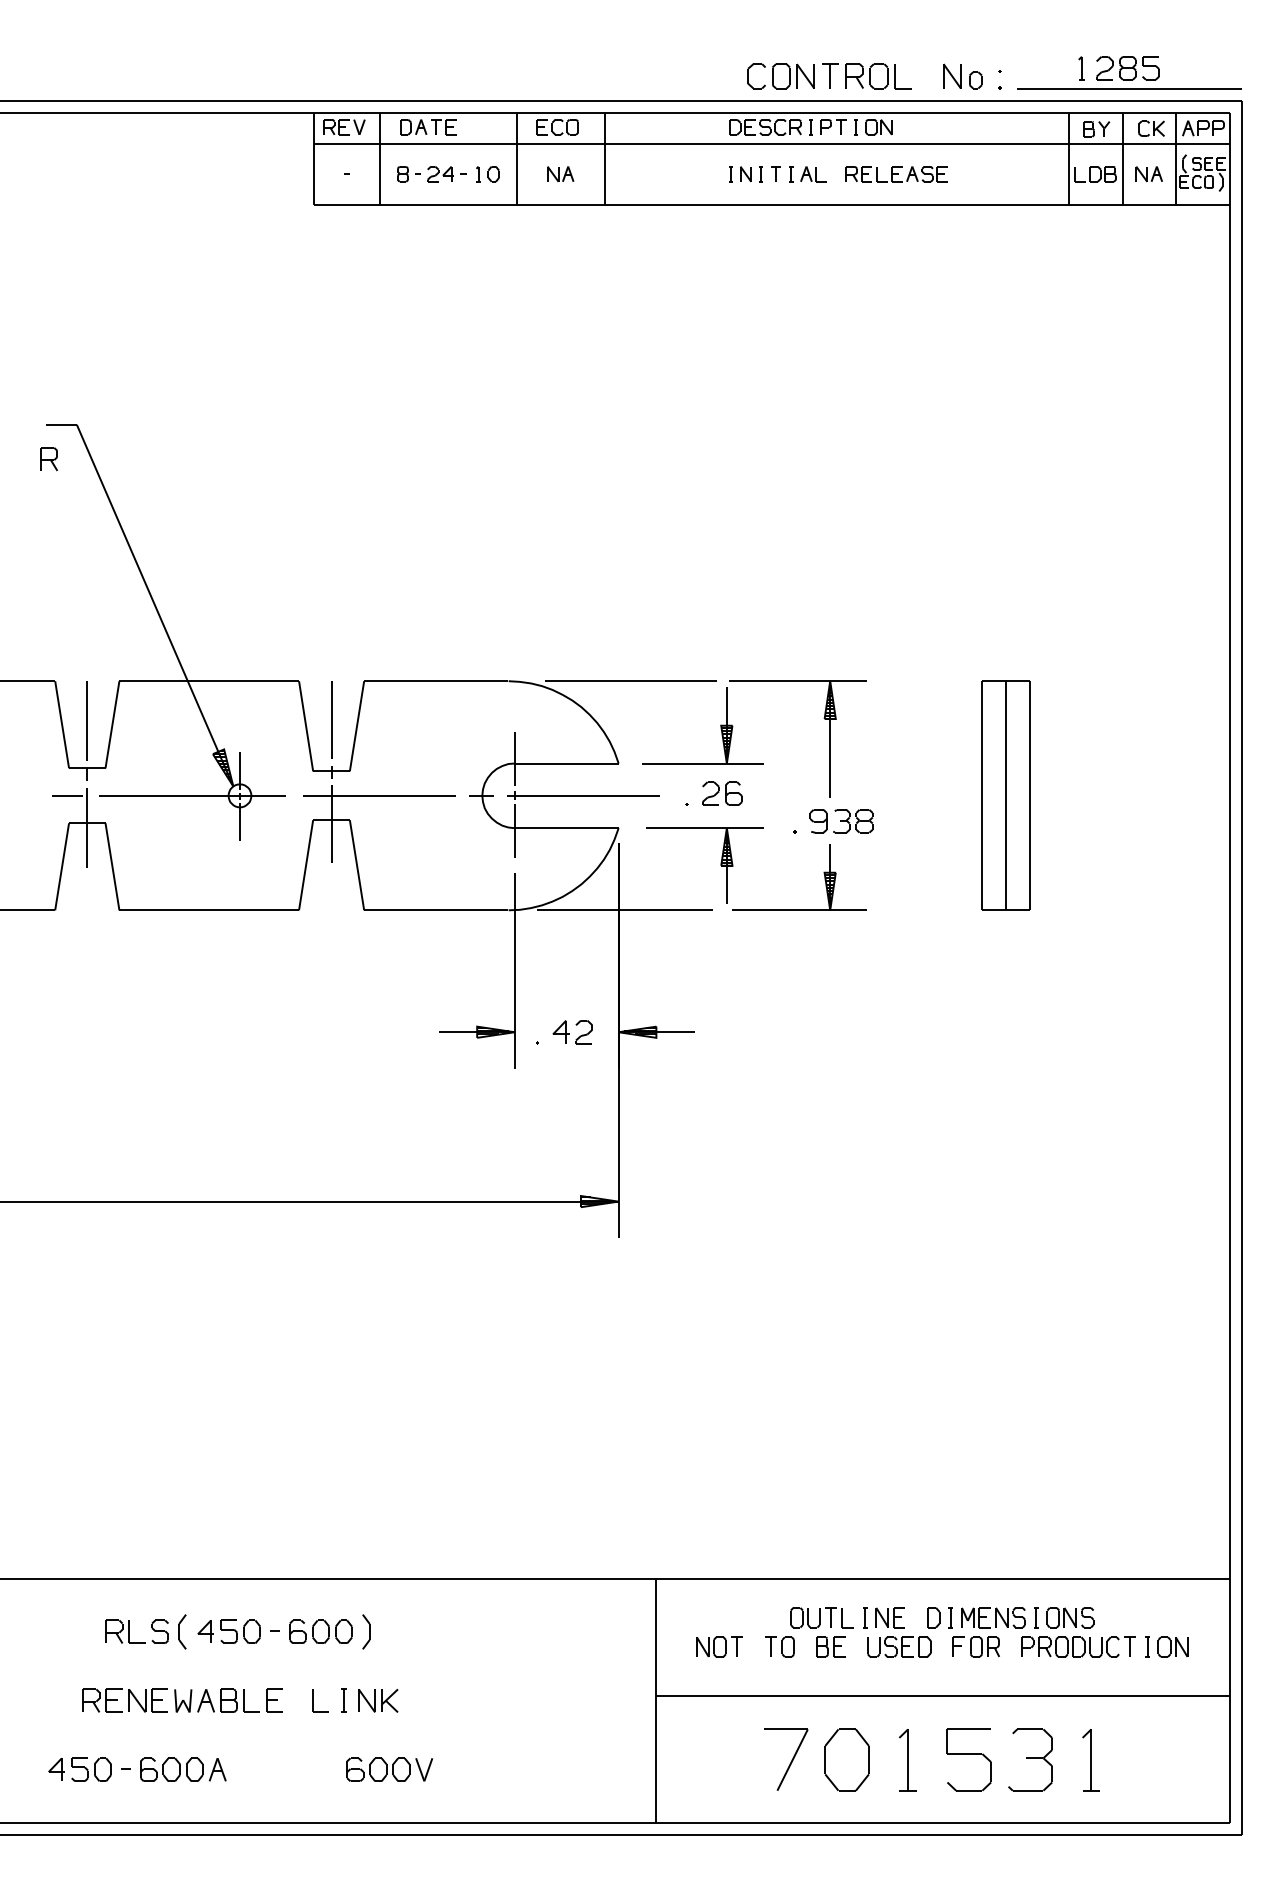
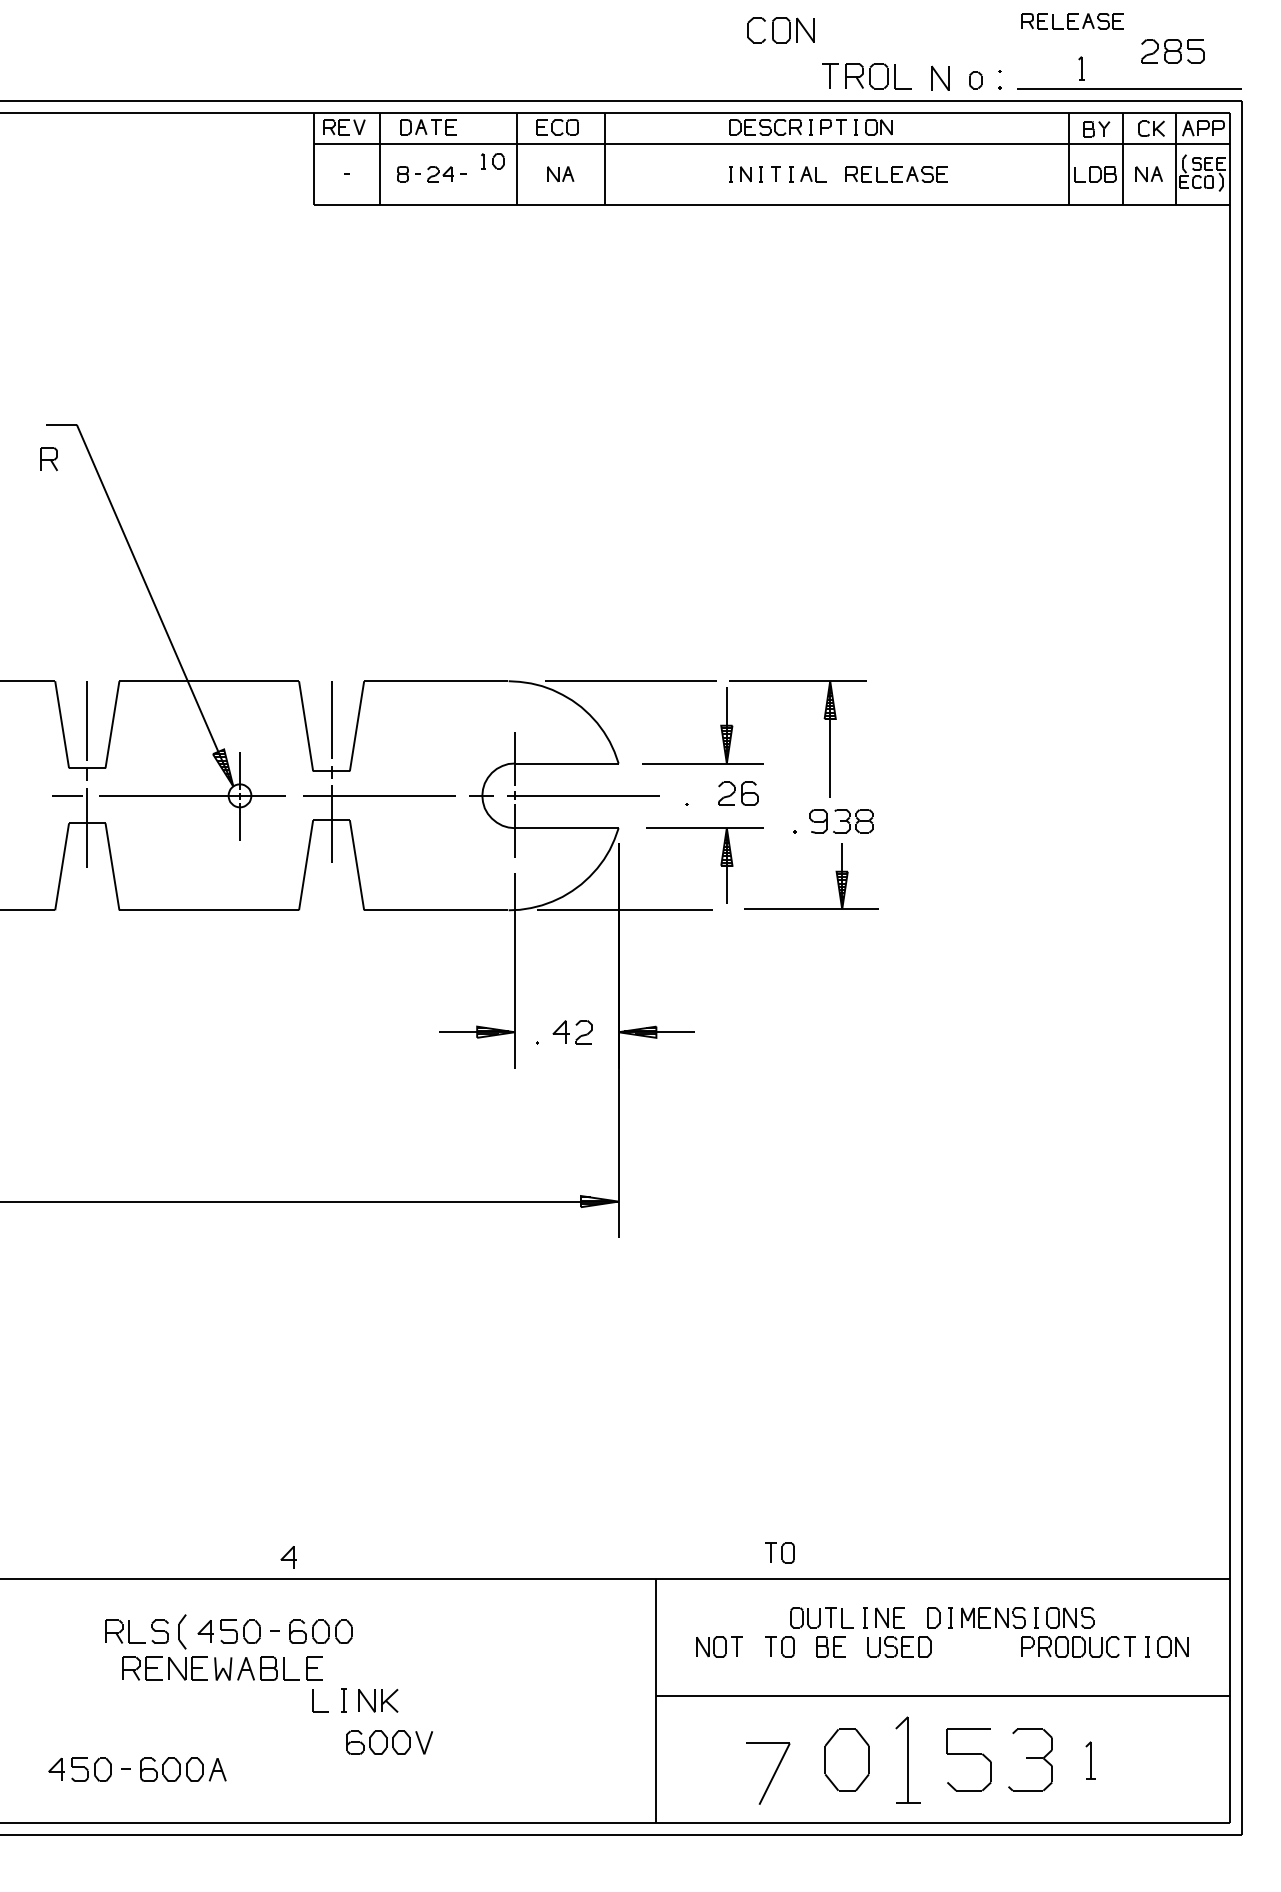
part at (1072, 21): none -> present
part at (1127, 68) position: (1127, 68) -> (1172, 51)
part at (952, 75) position: (952, 75) -> (940, 77)
part at (780, 76) position: (780, 76) -> (780, 30)
part at (487, 174) position: (487, 174) -> (492, 161)
part at (722, 793) position: (722, 793) -> (738, 793)
part at (1005, 795): present -> none
part at (823, 873) position: (823, 873) -> (835, 872)
part at (779, 1552): none -> present
part at (288, 1557): none -> present
part at (366, 1631): present -> none
part at (975, 1646): present -> none
part at (182, 1700) position: (182, 1700) -> (222, 1668)
part at (786, 1759) position: (786, 1759) -> (768, 1773)
part at (907, 1760) size: 18x63 px -> 26x88 px
part at (1090, 1760) size: 18x63 px -> 11x39 px
part at (389, 1769) position: (389, 1769) -> (389, 1742)
